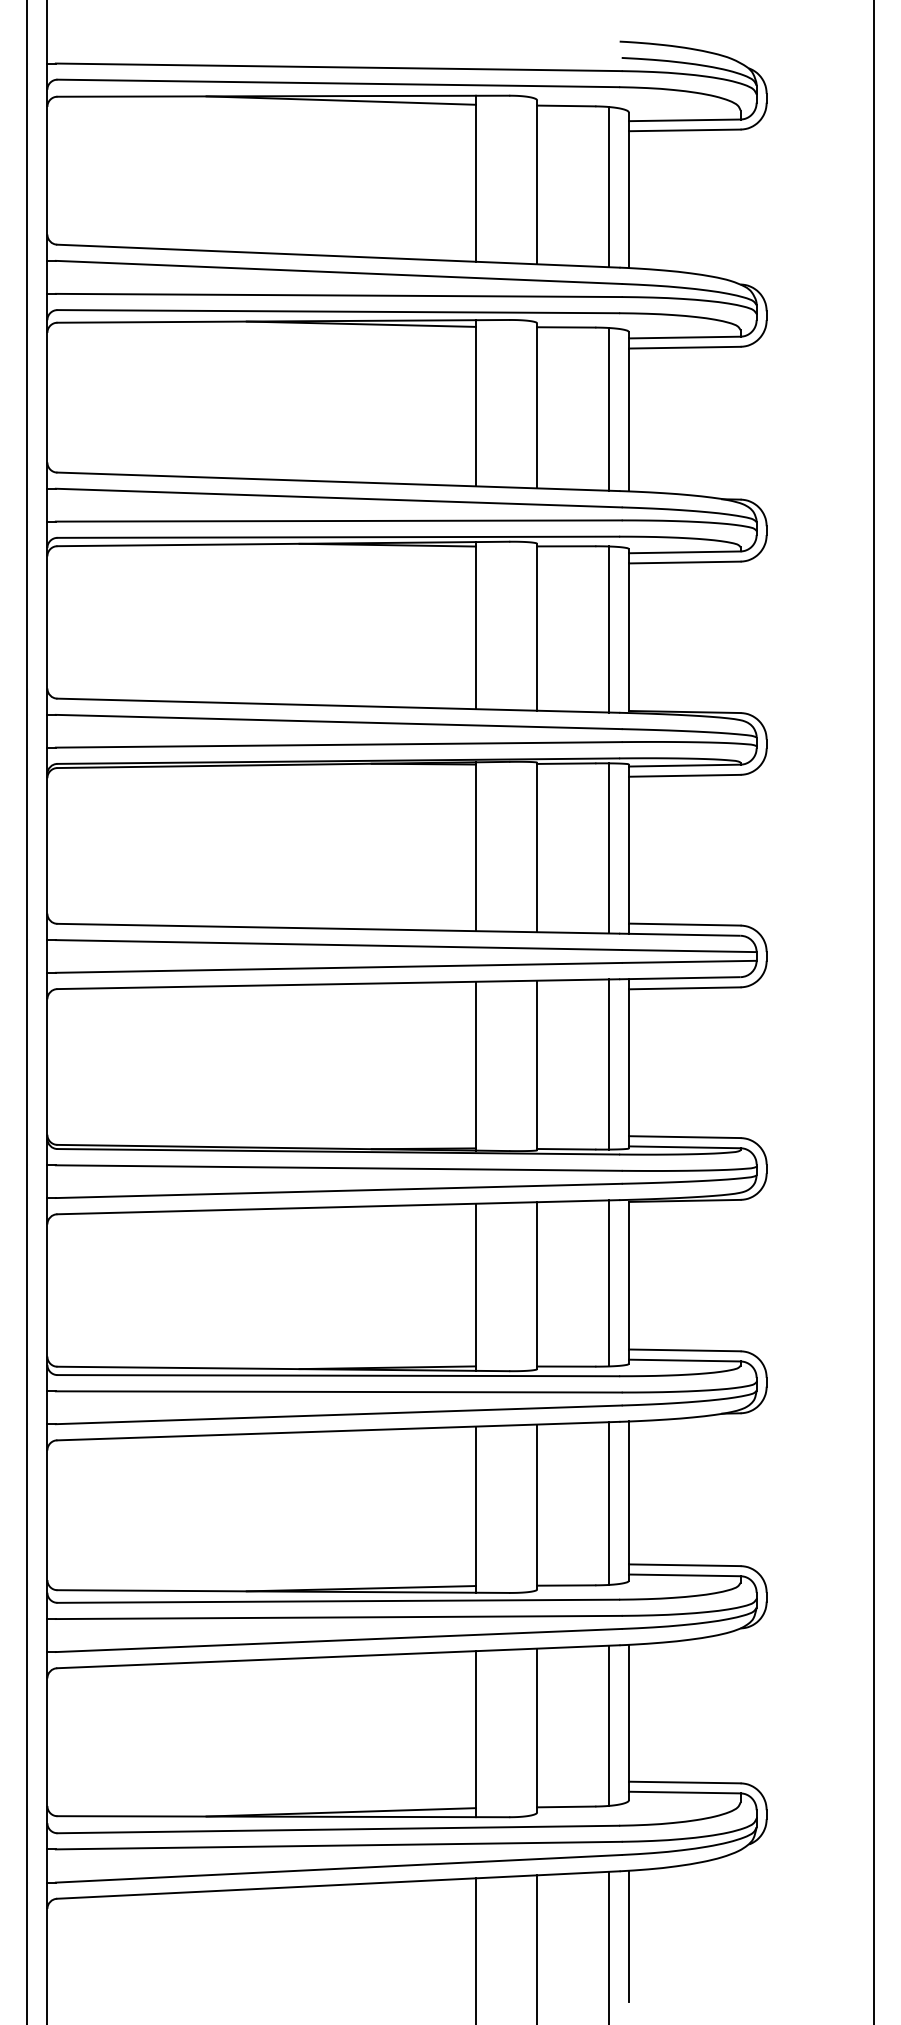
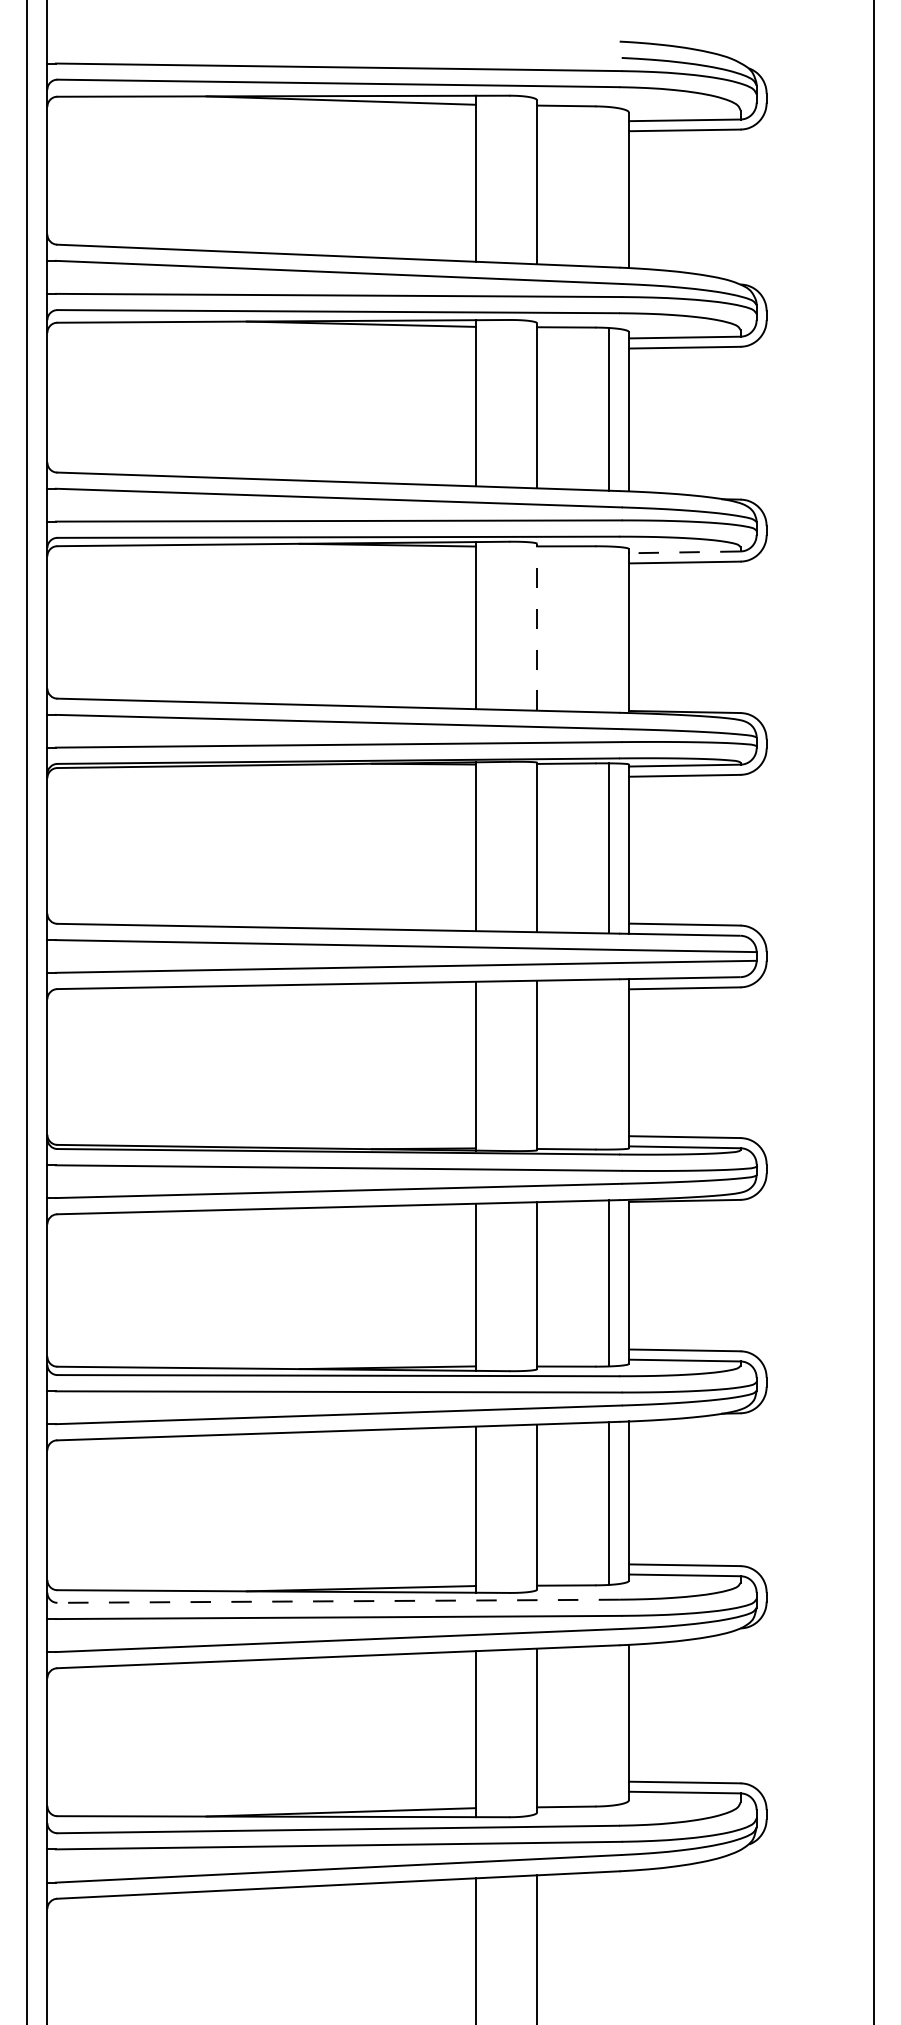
line at (608, 187): present -> none
line at (684, 552): solid -> dashed
line at (537, 626): solid -> dashed
line at (608, 629): present -> none
line at (608, 1064): present -> none
line at (338, 1601): solid -> dashed
line at (608, 1725): present -> none
line at (629, 1936): present -> none
line at (608, 1946): present -> none
